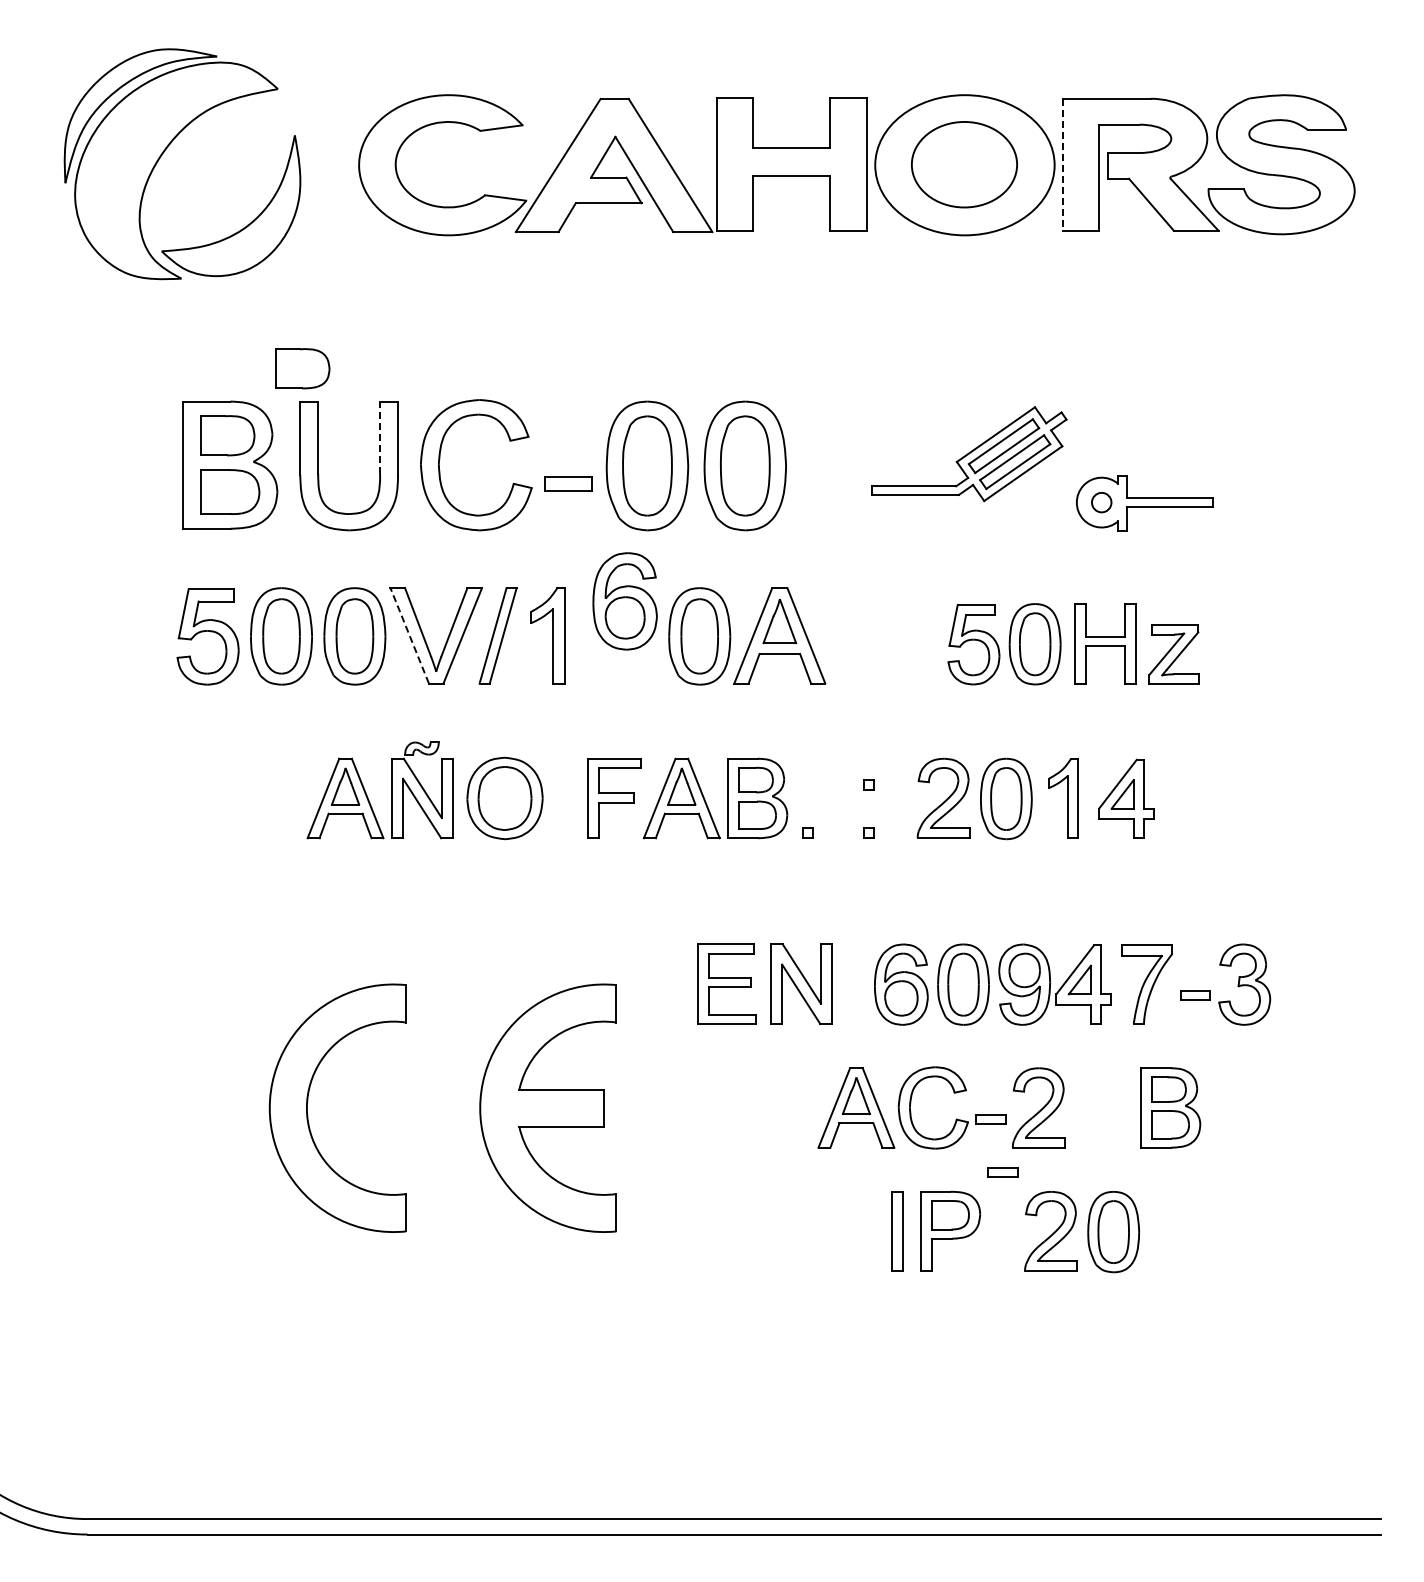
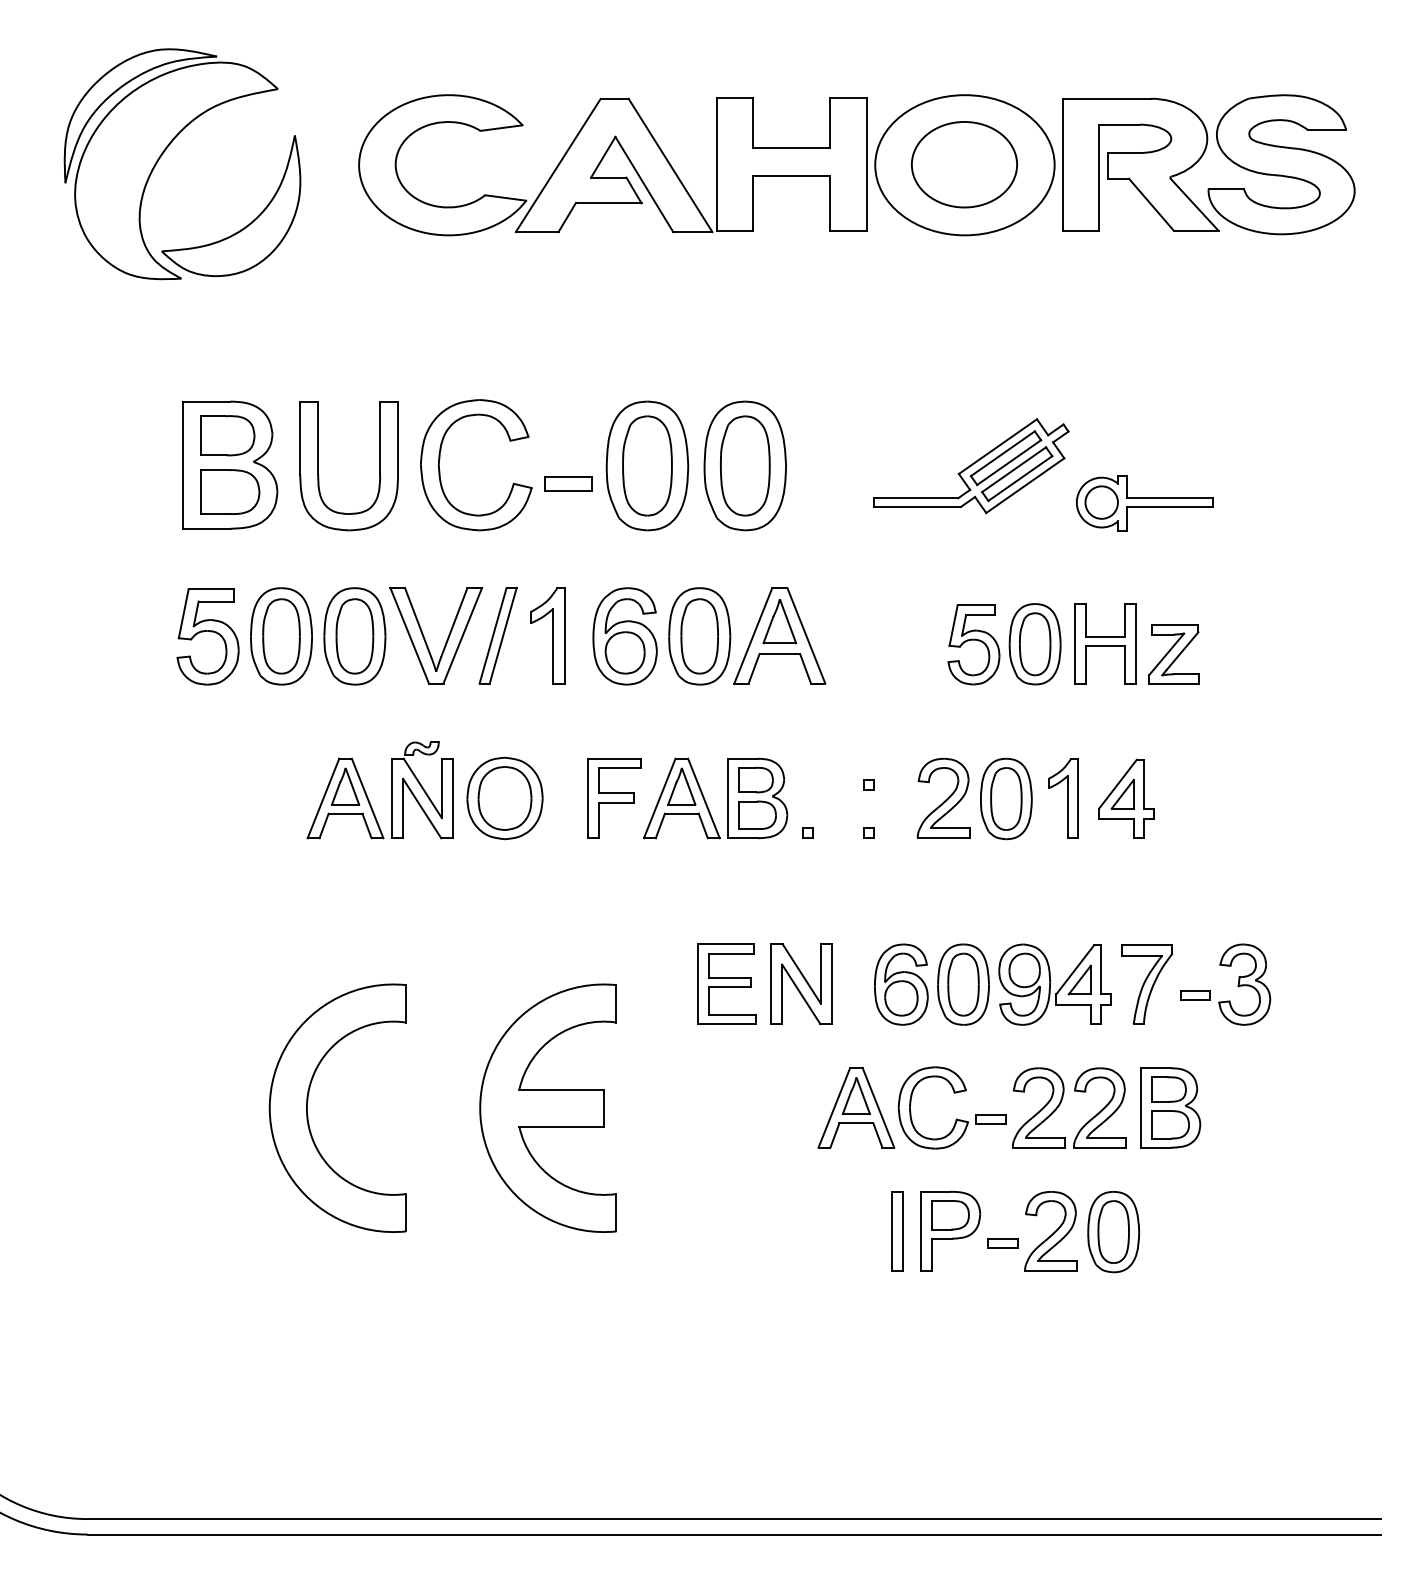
line at (1062, 164): dashed -> solid
part at (302, 368): present -> none
line at (380, 437): dashed -> solid
part at (969, 454) position: (969, 454) -> (971, 466)
circle at (1101, 502) diameter: 19 px -> 32 px
part at (624, 601) position: (624, 601) -> (624, 636)
line at (409, 635): dashed -> solid
part at (1099, 1107): none -> present
part at (1002, 1172) position: (1002, 1172) -> (1002, 1243)
